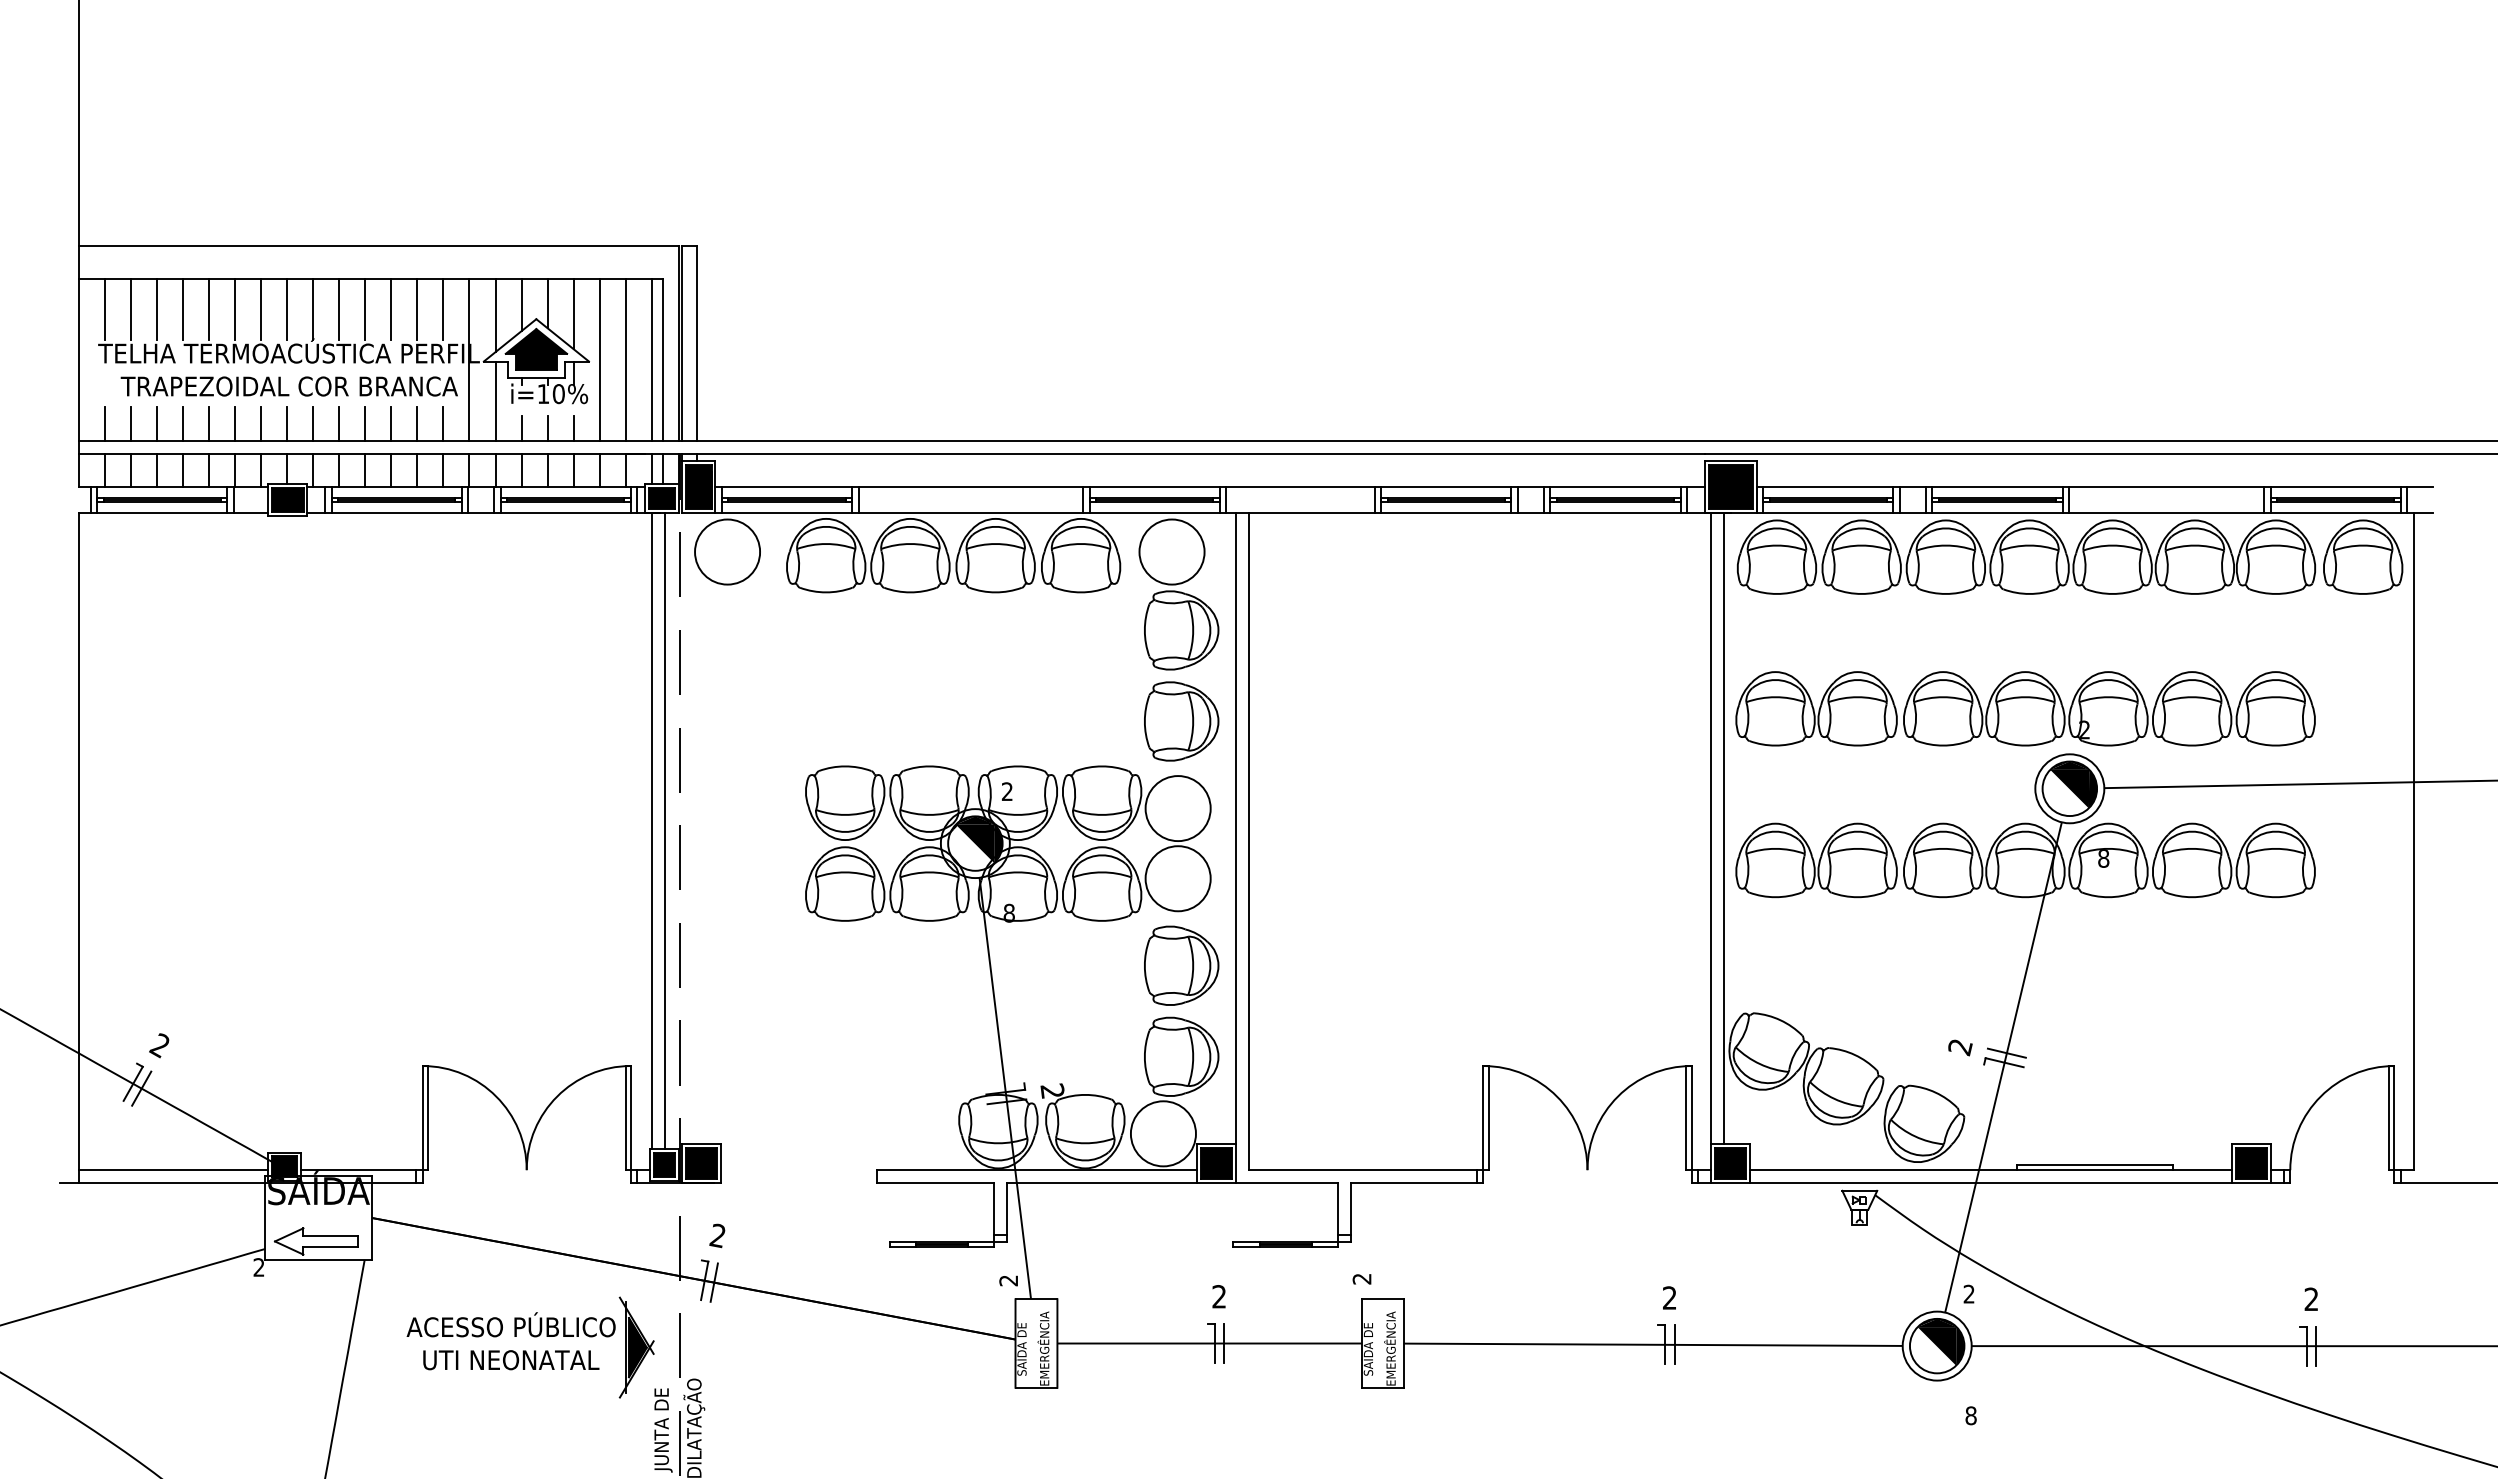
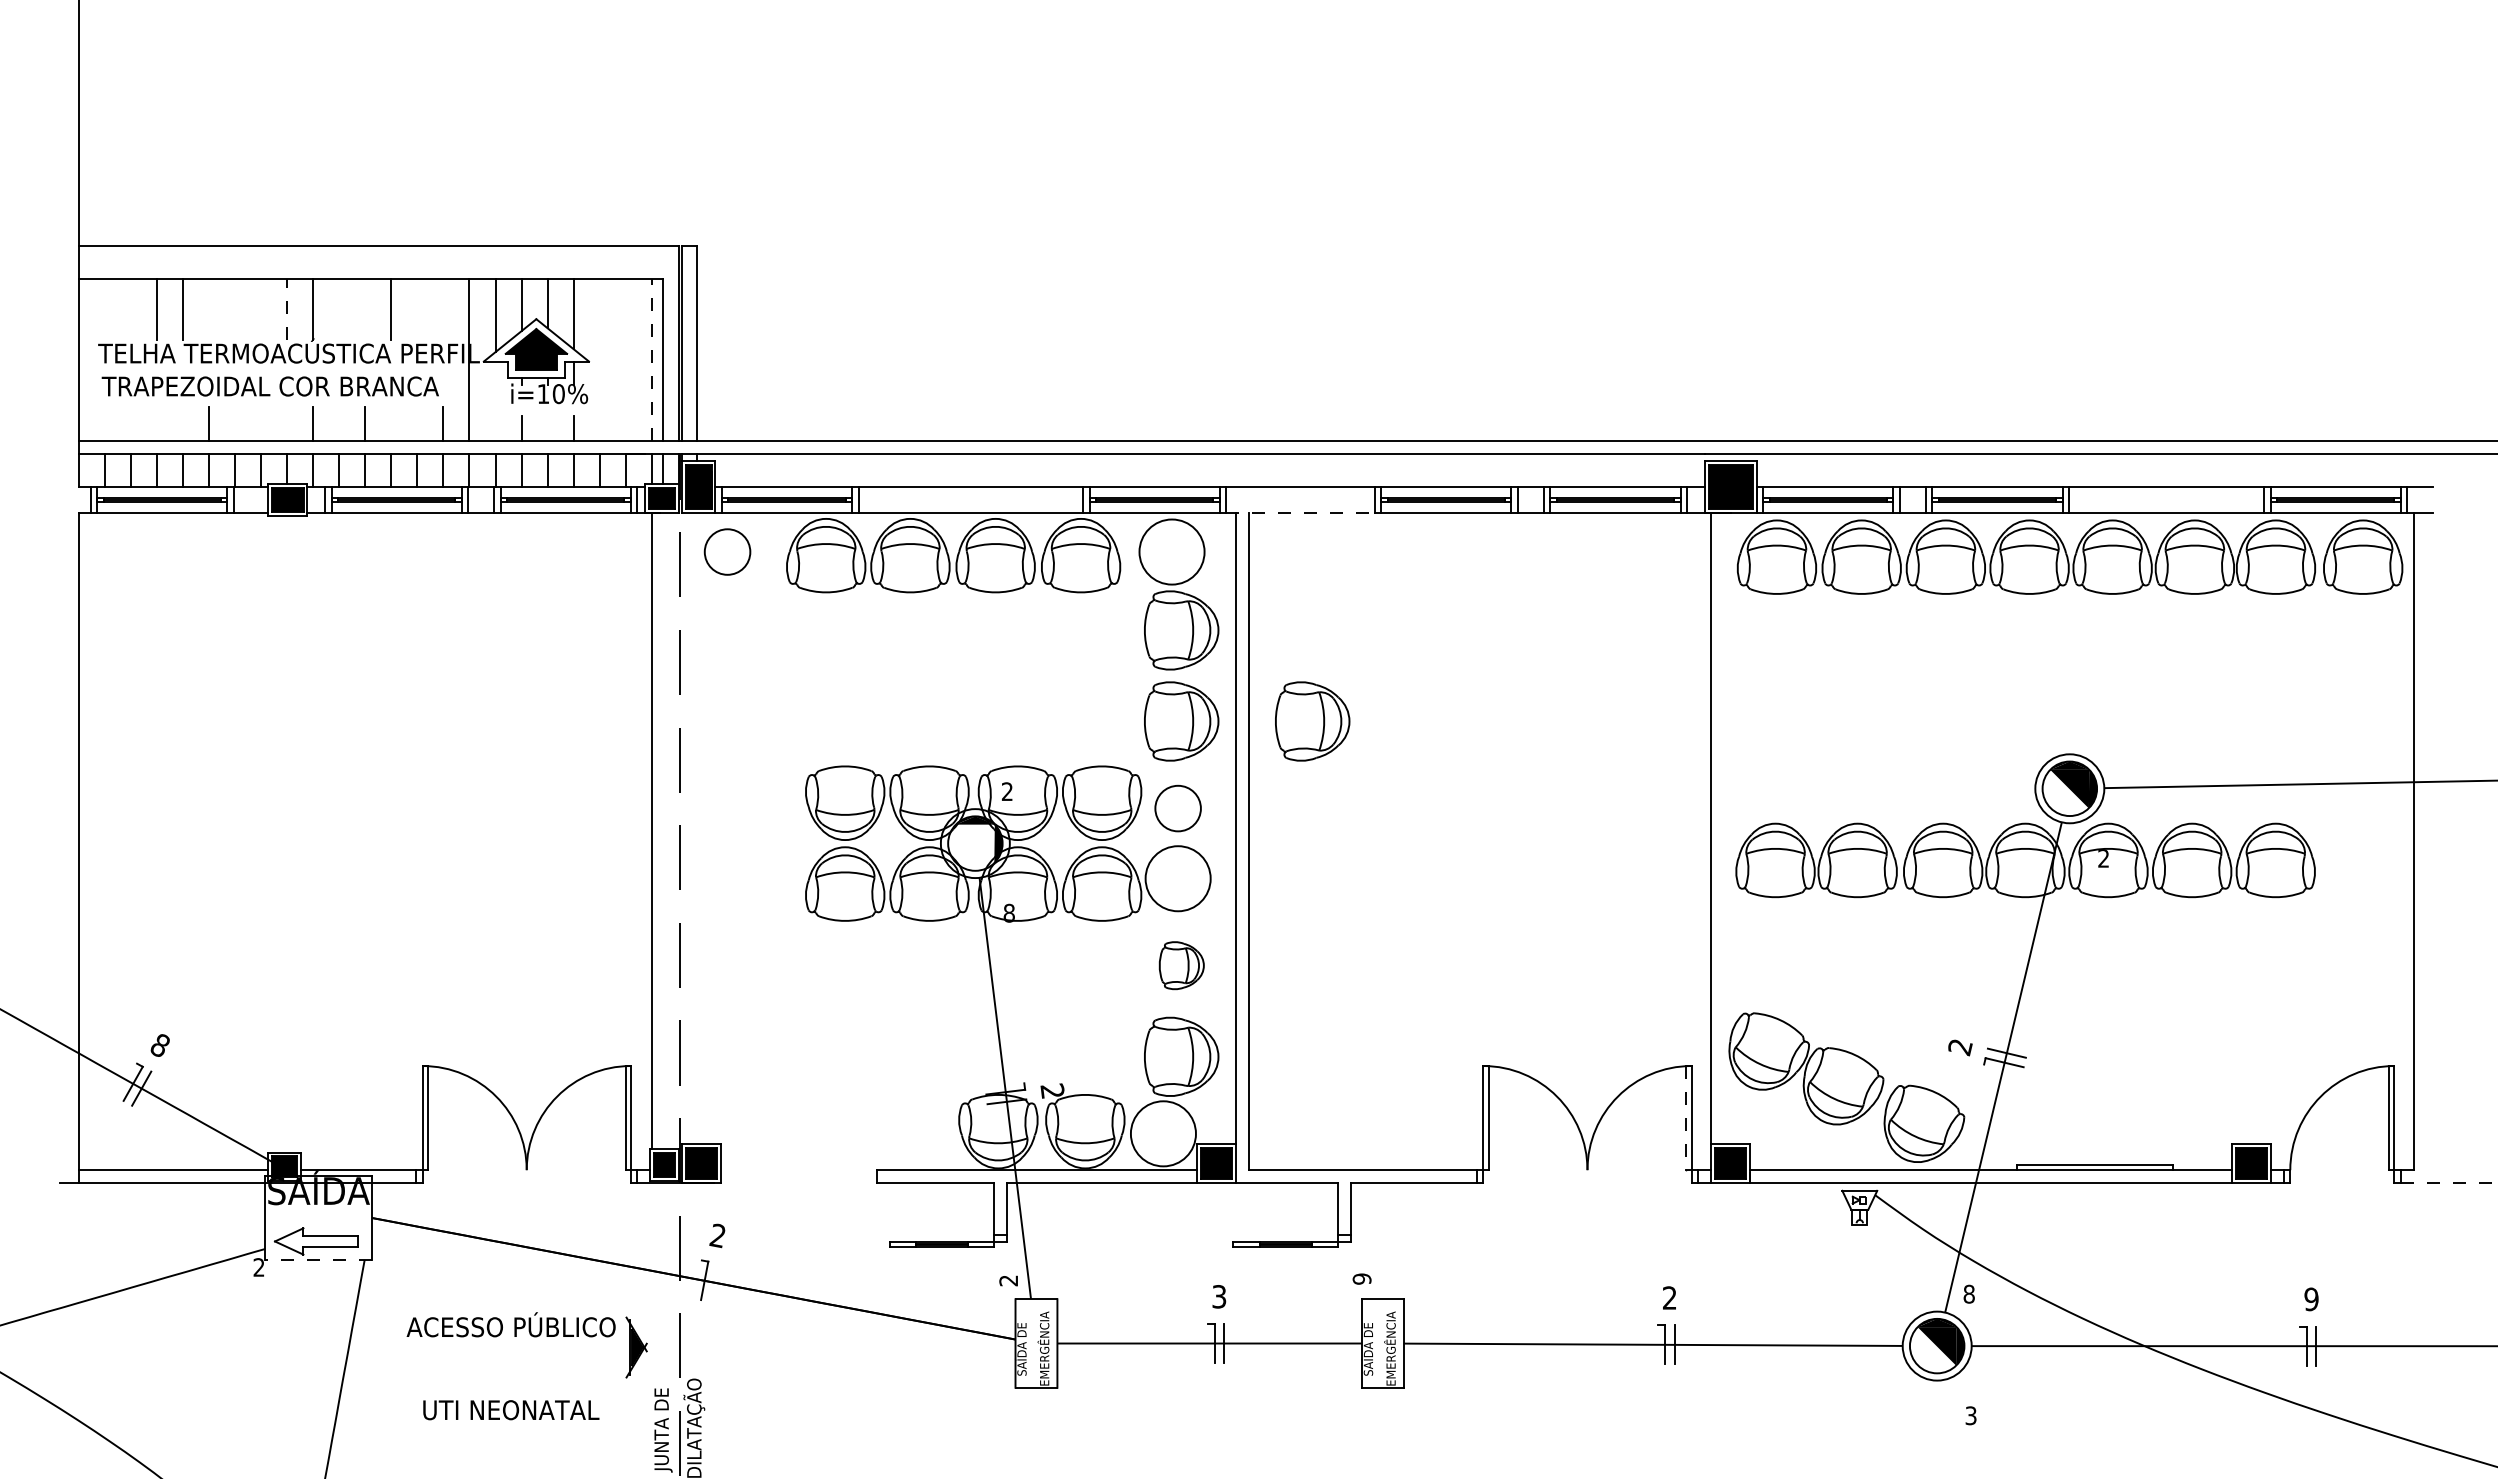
line at (105, 308): present -> none
line at (131, 308): present -> none
line at (209, 308): present -> none
line at (235, 308): present -> none
line at (261, 308): present -> none
line at (339, 308): present -> none
line at (365, 308): present -> none
line at (417, 308): present -> none
line at (443, 308): present -> none
line at (287, 309): solid -> dashed
line at (599, 359): present -> none
line at (625, 359): present -> none
line at (651, 359): solid -> dashed
text at (288, 386) position: (288, 386) -> (269, 386)
line at (495, 401): present -> none
line at (105, 424): present -> none
line at (131, 424): present -> none
line at (157, 424): present -> none
line at (183, 424): present -> none
line at (235, 424): present -> none
line at (261, 424): present -> none
line at (287, 424): present -> none
line at (339, 424): present -> none
line at (391, 424): present -> none
line at (417, 424): present -> none
line at (547, 428): present -> none
line at (1300, 512): solid -> dashed
circle at (727, 551) diameter: 65 px -> 46 px
part at (2025, 708): present -> none
part at (1312, 721): none -> present
circle at (1177, 808) diameter: 65 px -> 46 px
line at (1724, 828): present -> none
line at (664, 830): present -> none
fill at (974, 843): present -> none
text at (2103, 858): 8 -> 2
part at (1181, 965) size: 76x81 px -> 47x50 px
text at (159, 1045): 2 -> 8
line at (1686, 1118): solid -> dashed
line at (2449, 1183): solid -> dashed
line at (318, 1260): solid -> dashed
text at (1361, 1278): 2 -> 9
line at (713, 1282): present -> none
text at (1968, 1293): 2 -> 8
text at (1219, 1296): 2 -> 3
text at (2311, 1299): 2 -> 9
part at (636, 1347) size: 37x103 px -> 23x63 px
text at (511, 1360) position: (511, 1360) -> (511, 1410)
text at (1970, 1415): 8 -> 3
